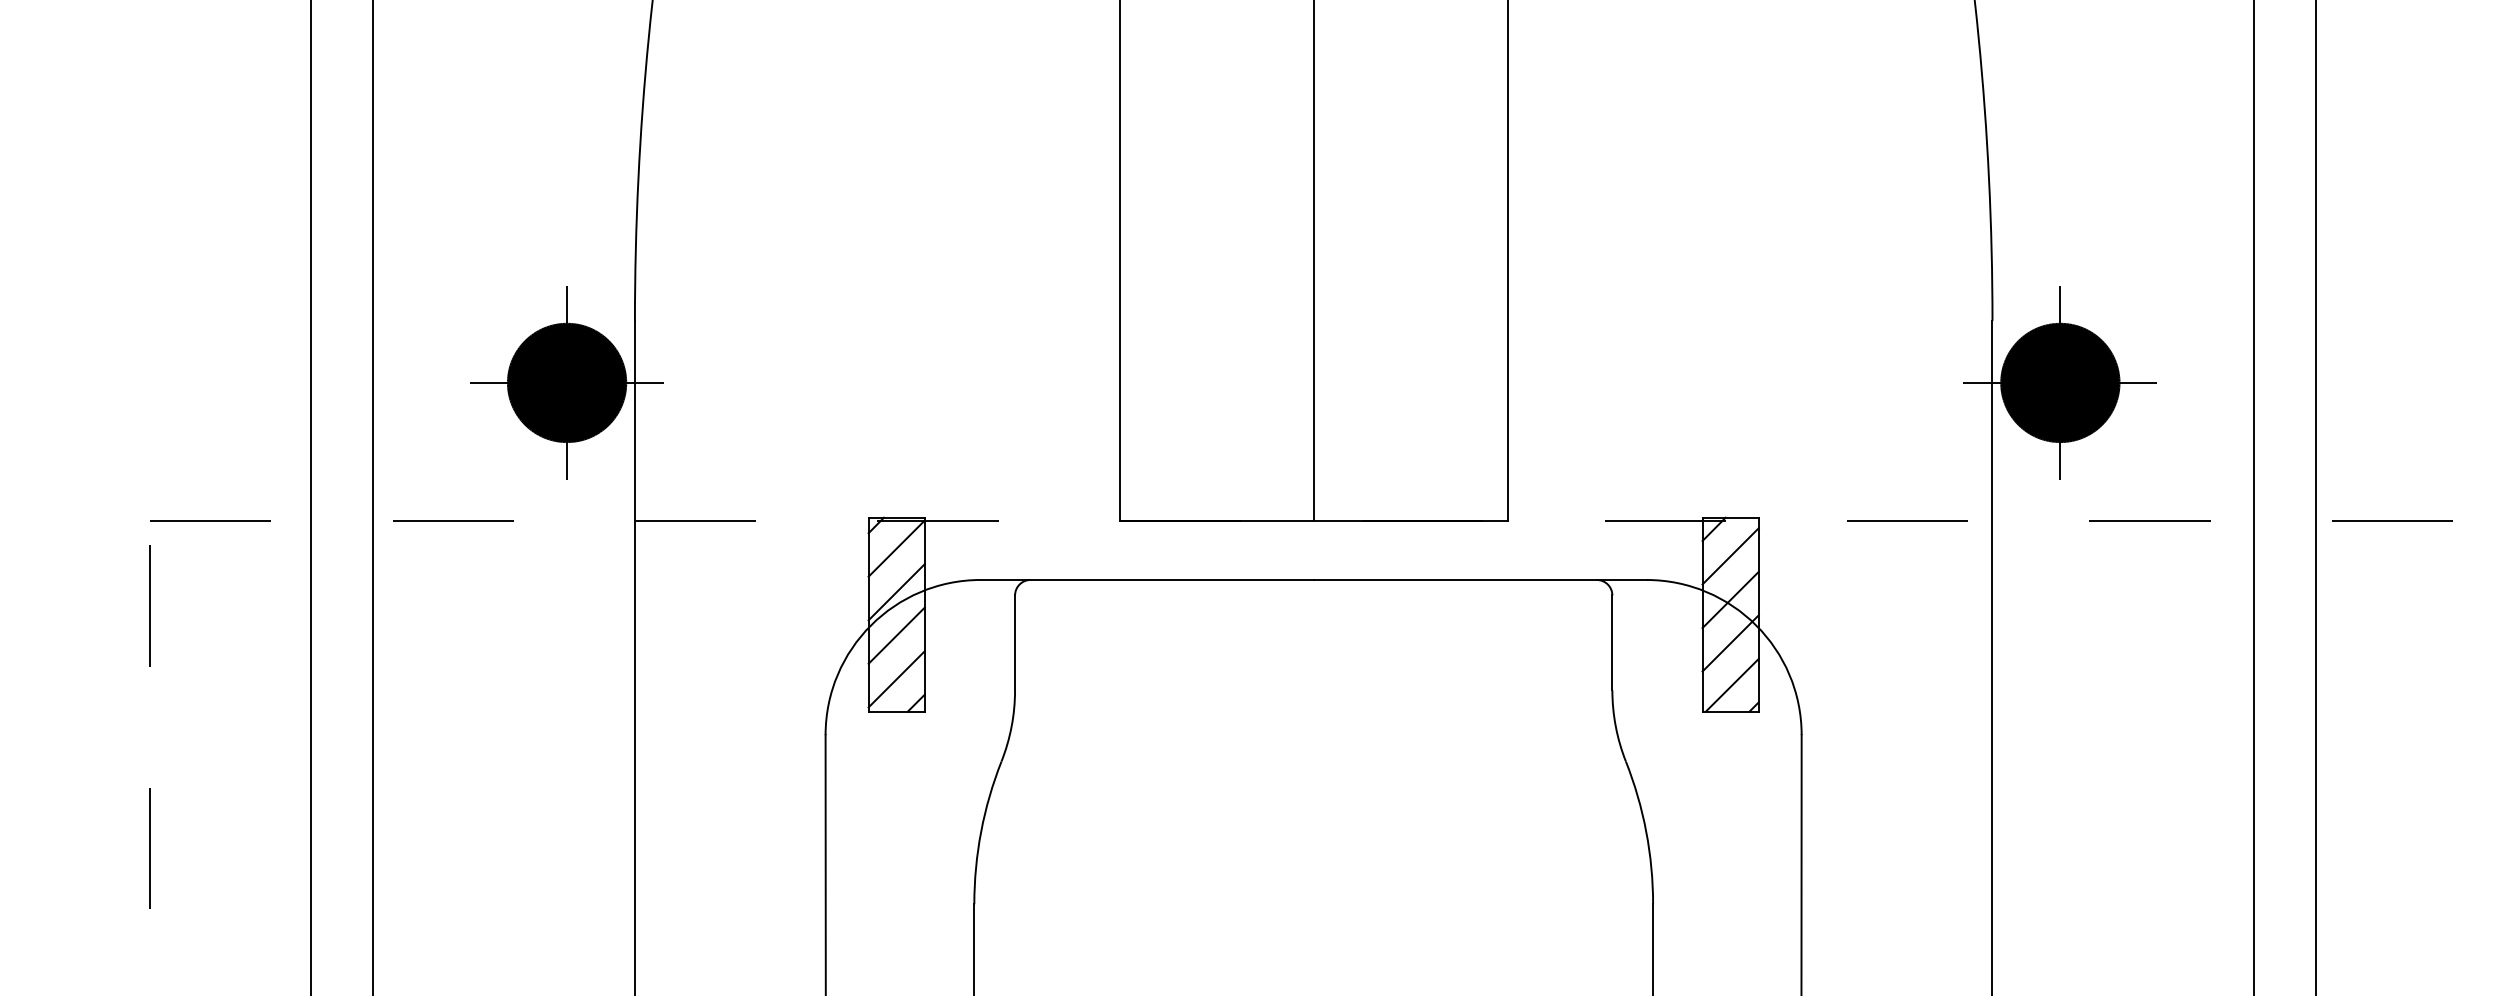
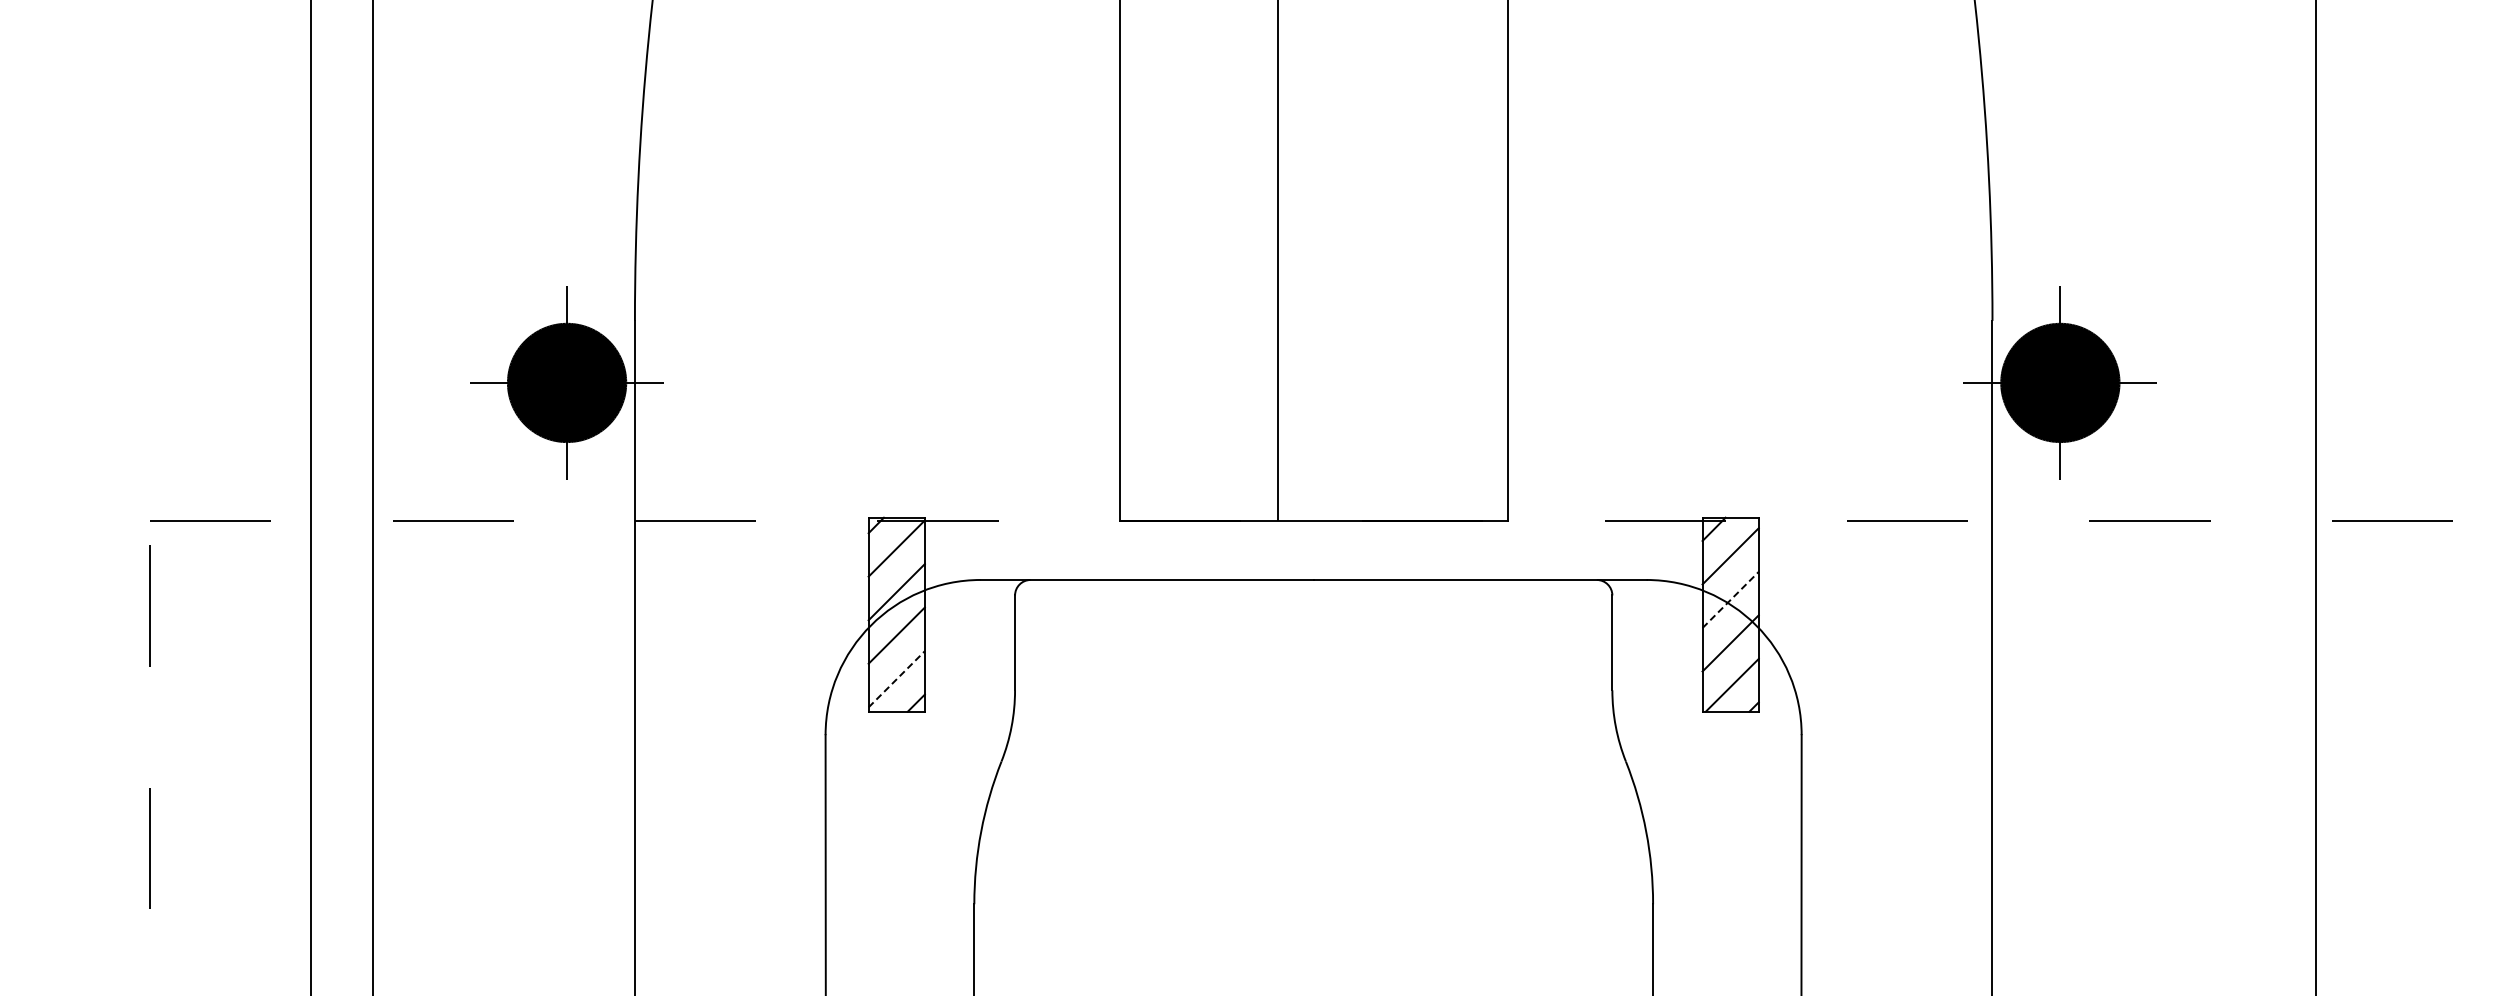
line at (1313, 261) position: (1313, 261) -> (1277, 261)
line at (2254, 497): present -> none
line at (1730, 599): solid -> dashed
line at (896, 679): solid -> dashed
